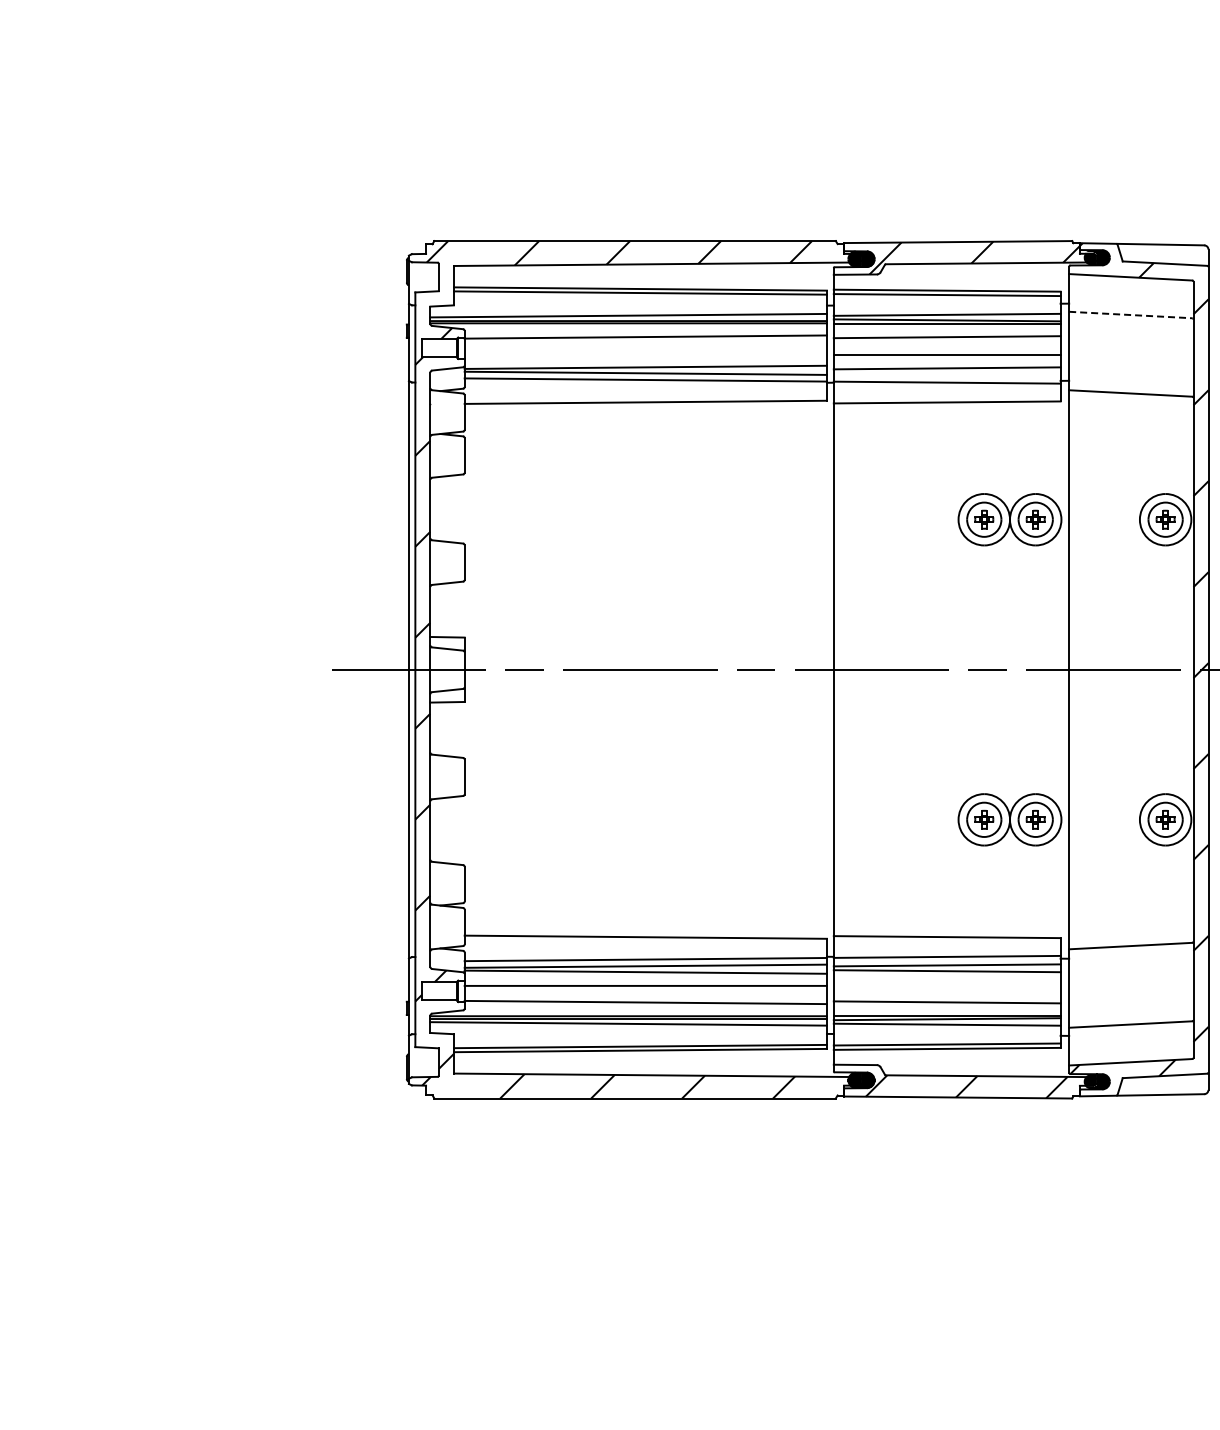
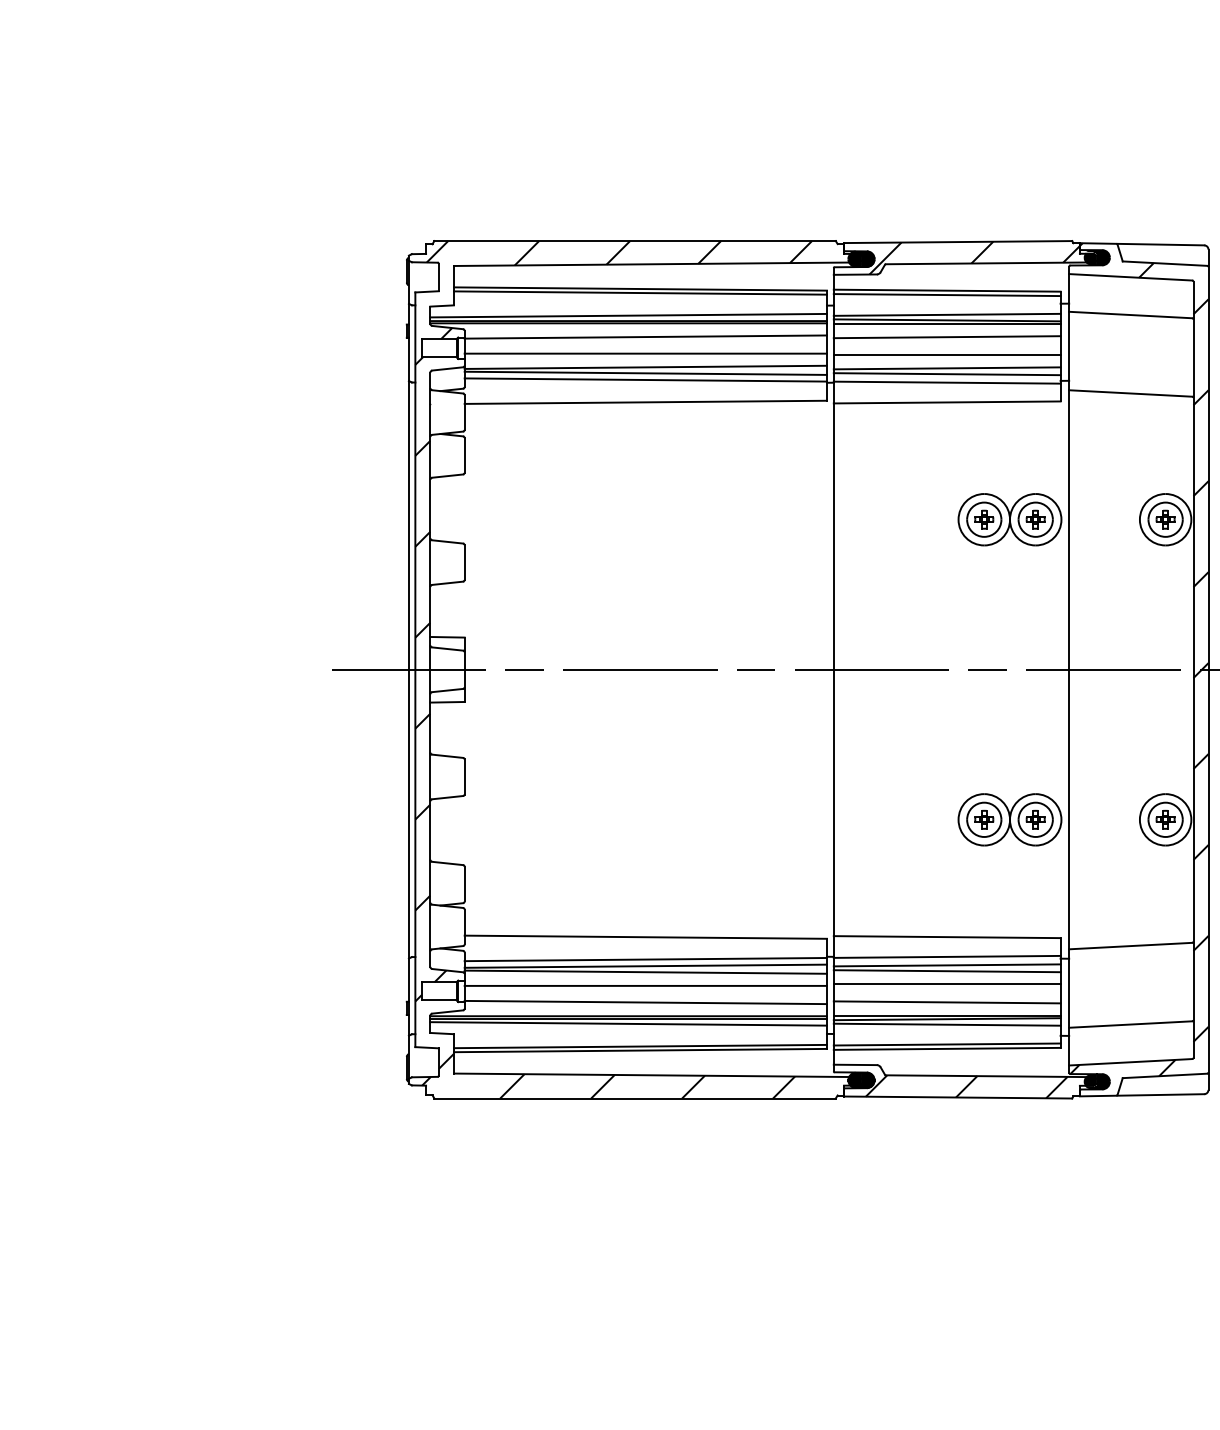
line at (1130, 315): dashed -> solid
line at (645, 353): none -> present
line at (946, 374): none -> present
line at (946, 984): none -> present
